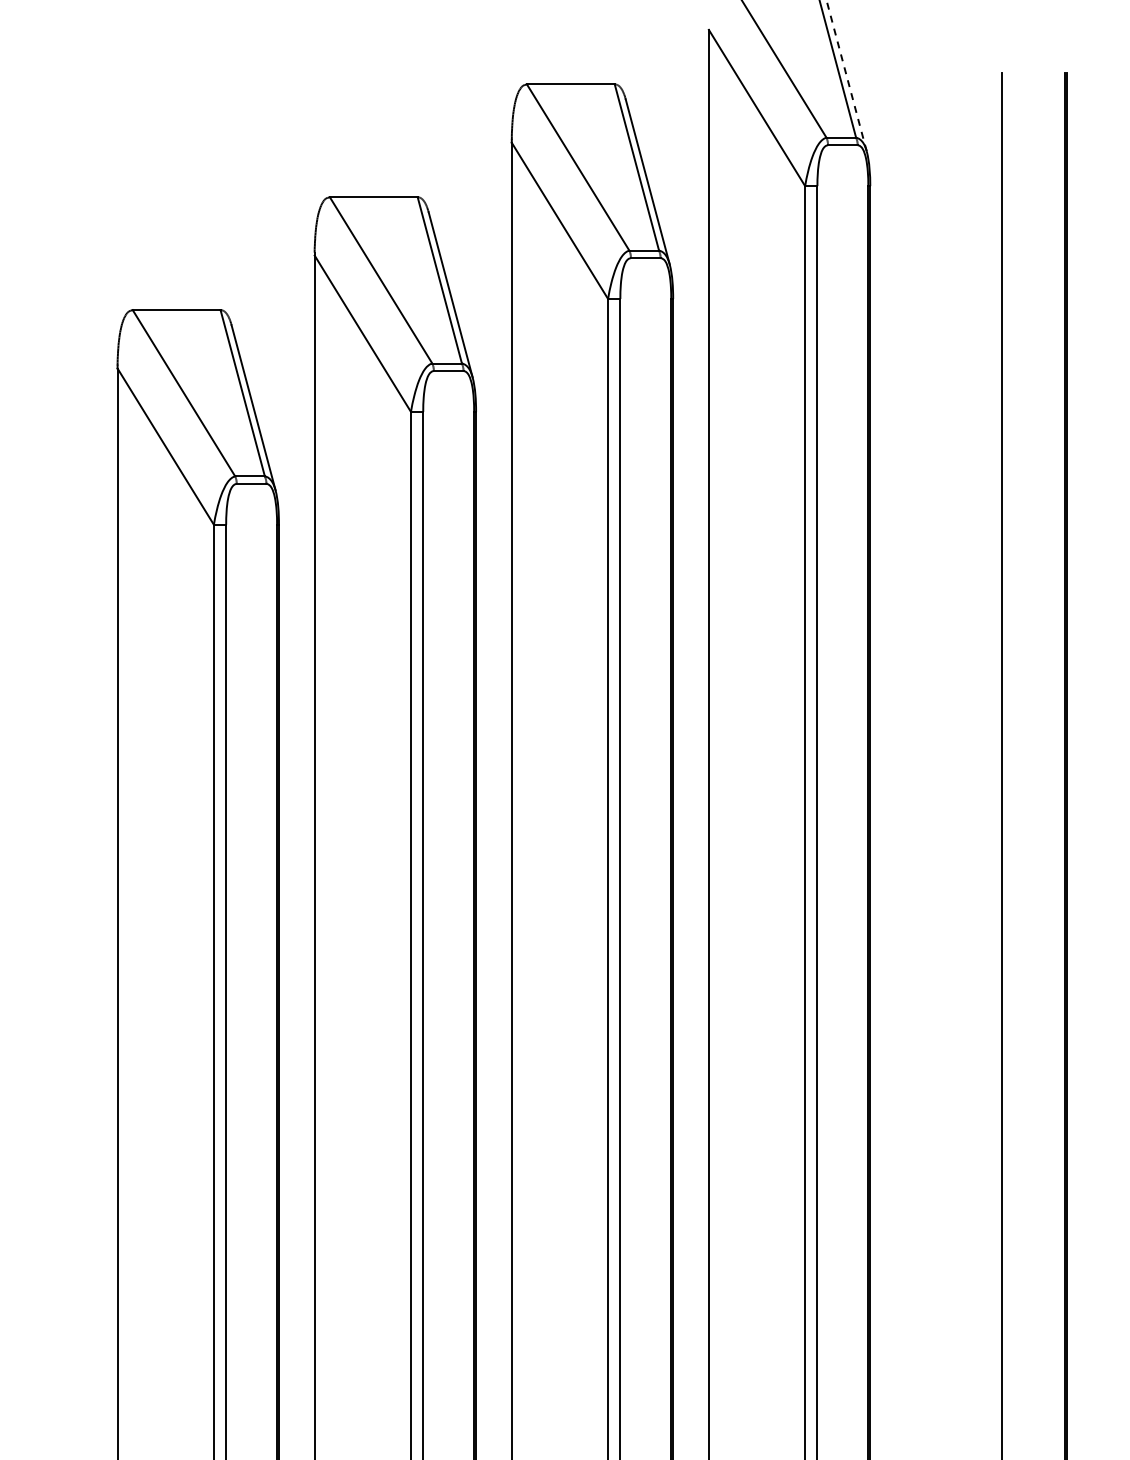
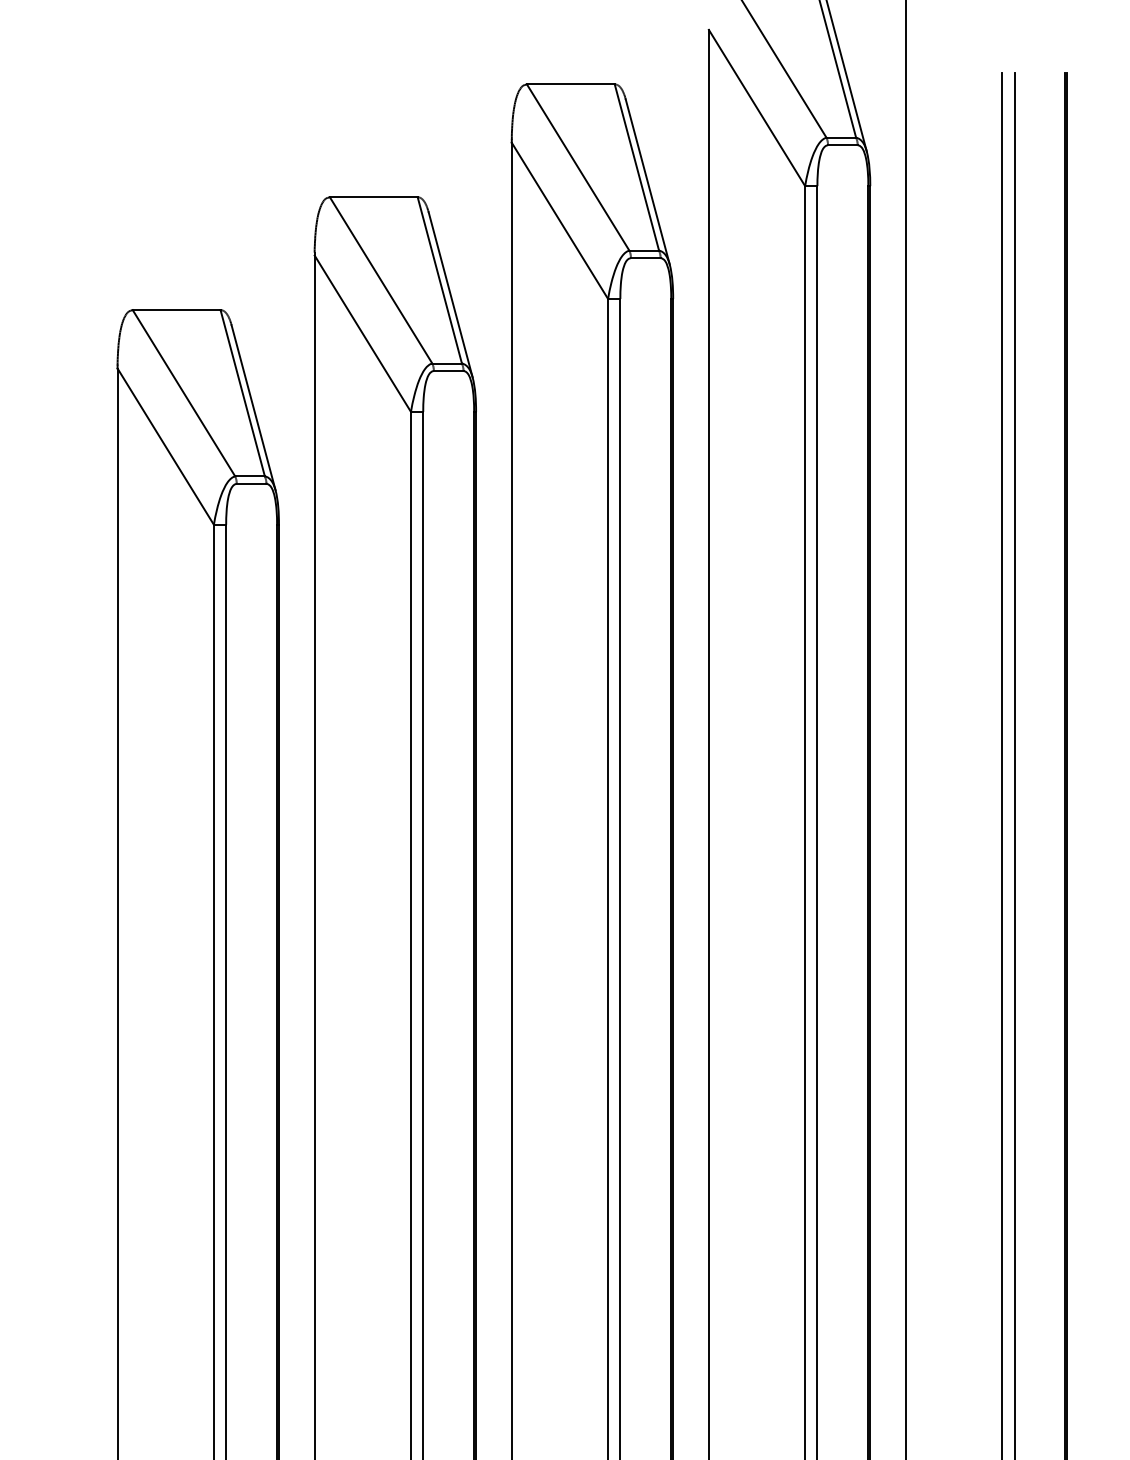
line at (846, 75): dashed -> solid
line at (905, 729): none -> present
line at (1014, 764): none -> present
